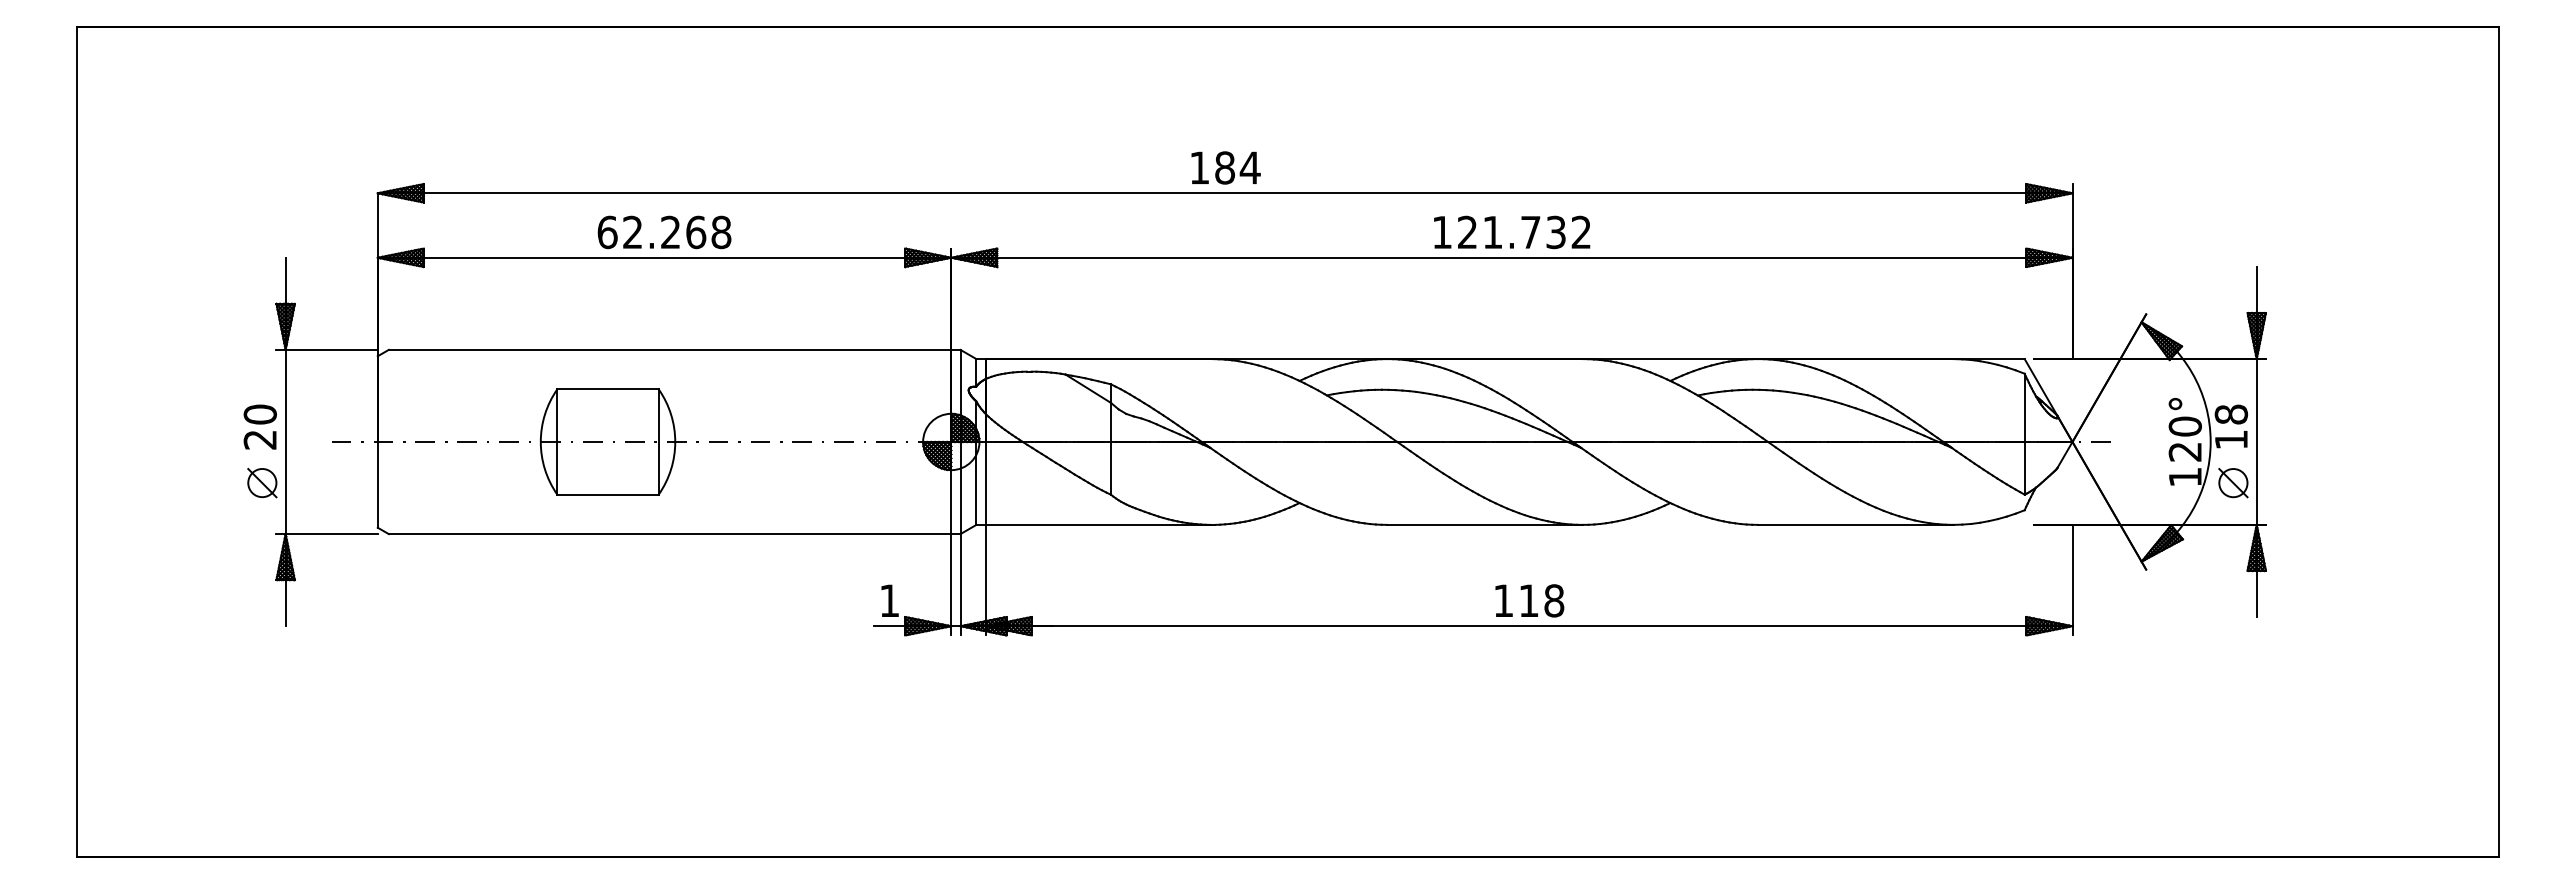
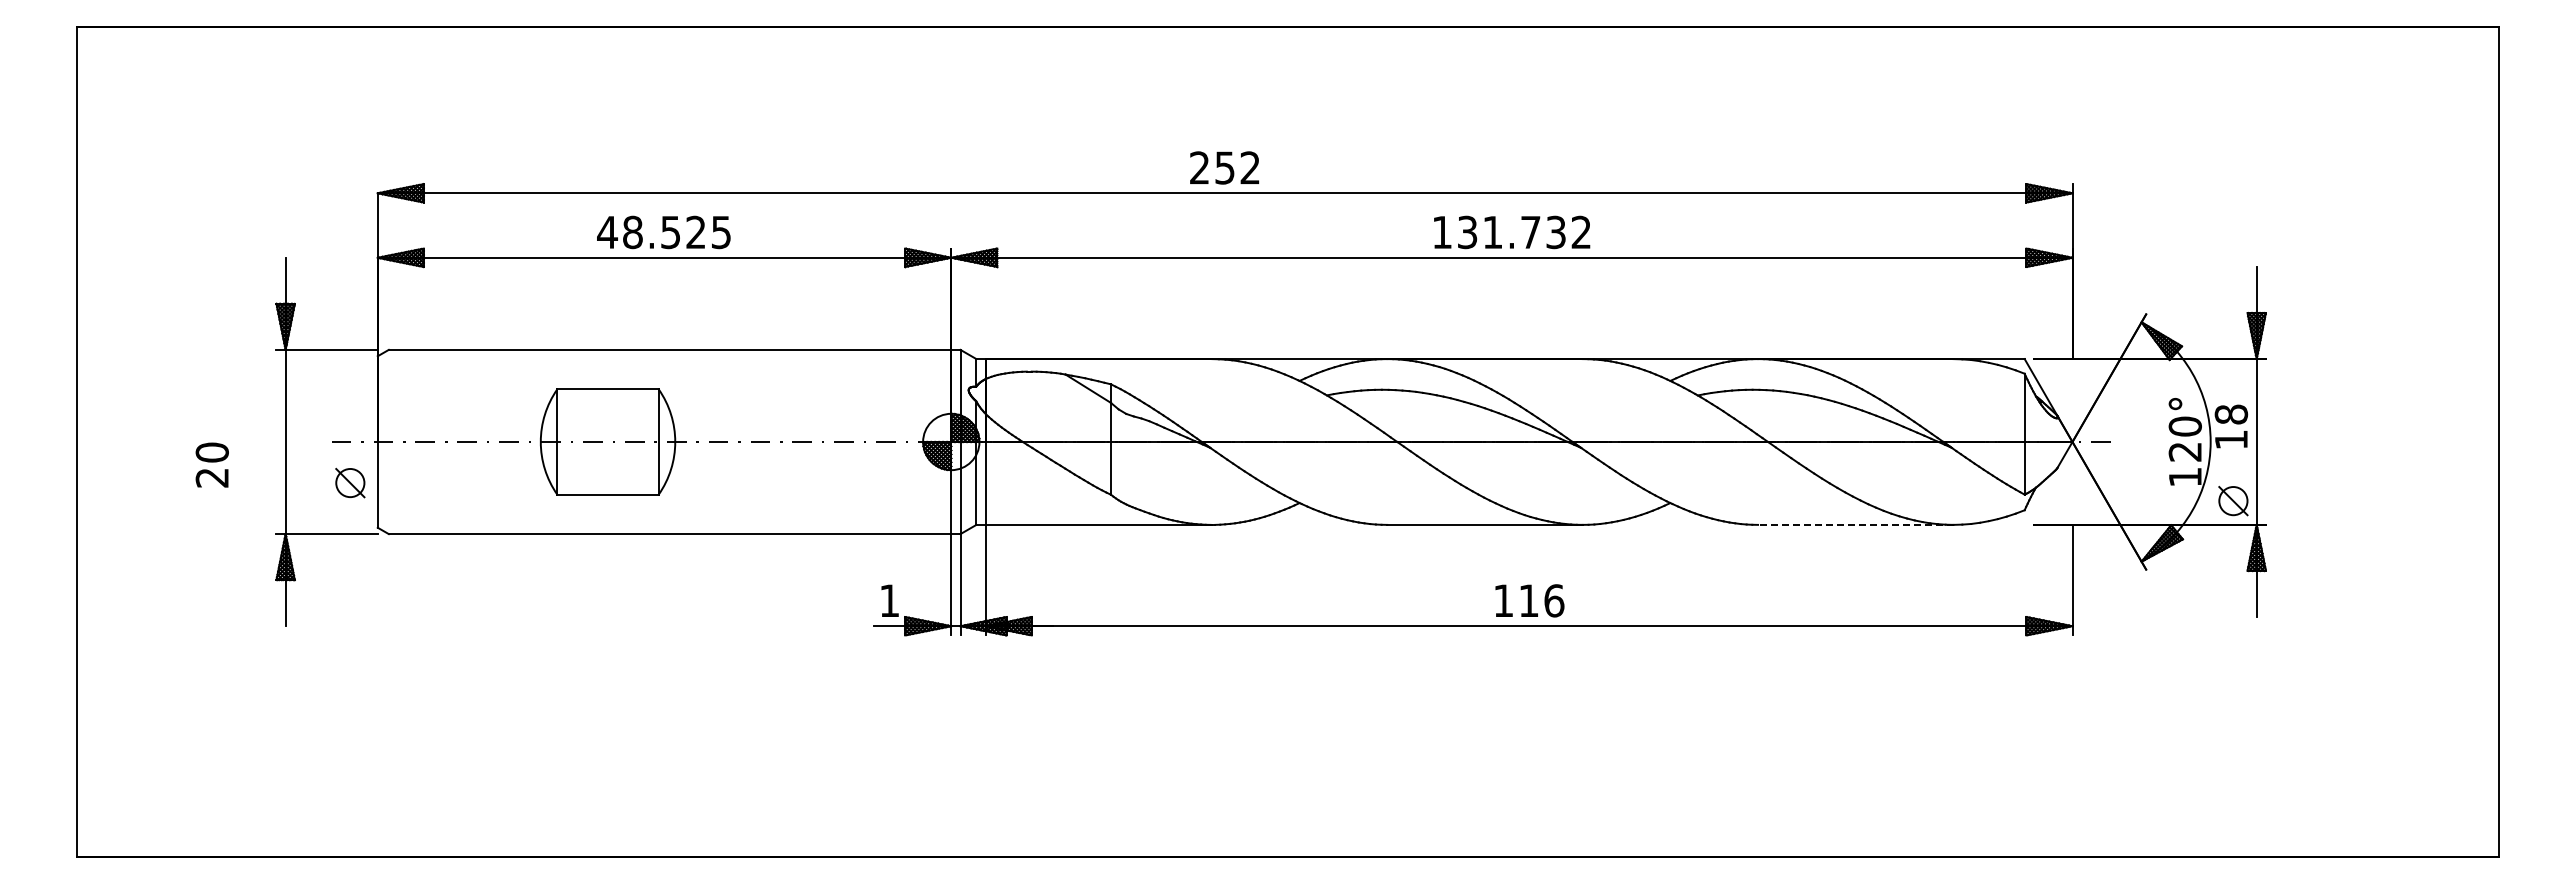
text at (1225, 167): 184 -> 252
text at (664, 232): 62.268 -> 48.525
text at (1467, 232): 121.732 -> 131.732
text at (259, 426) position: (259, 426) -> (211, 464)
part at (262, 482) position: (262, 482) -> (350, 482)
part at (2233, 482) position: (2233, 482) -> (2233, 500)
line at (1855, 524): solid -> dashed
text at (1554, 600): 118 -> 116
